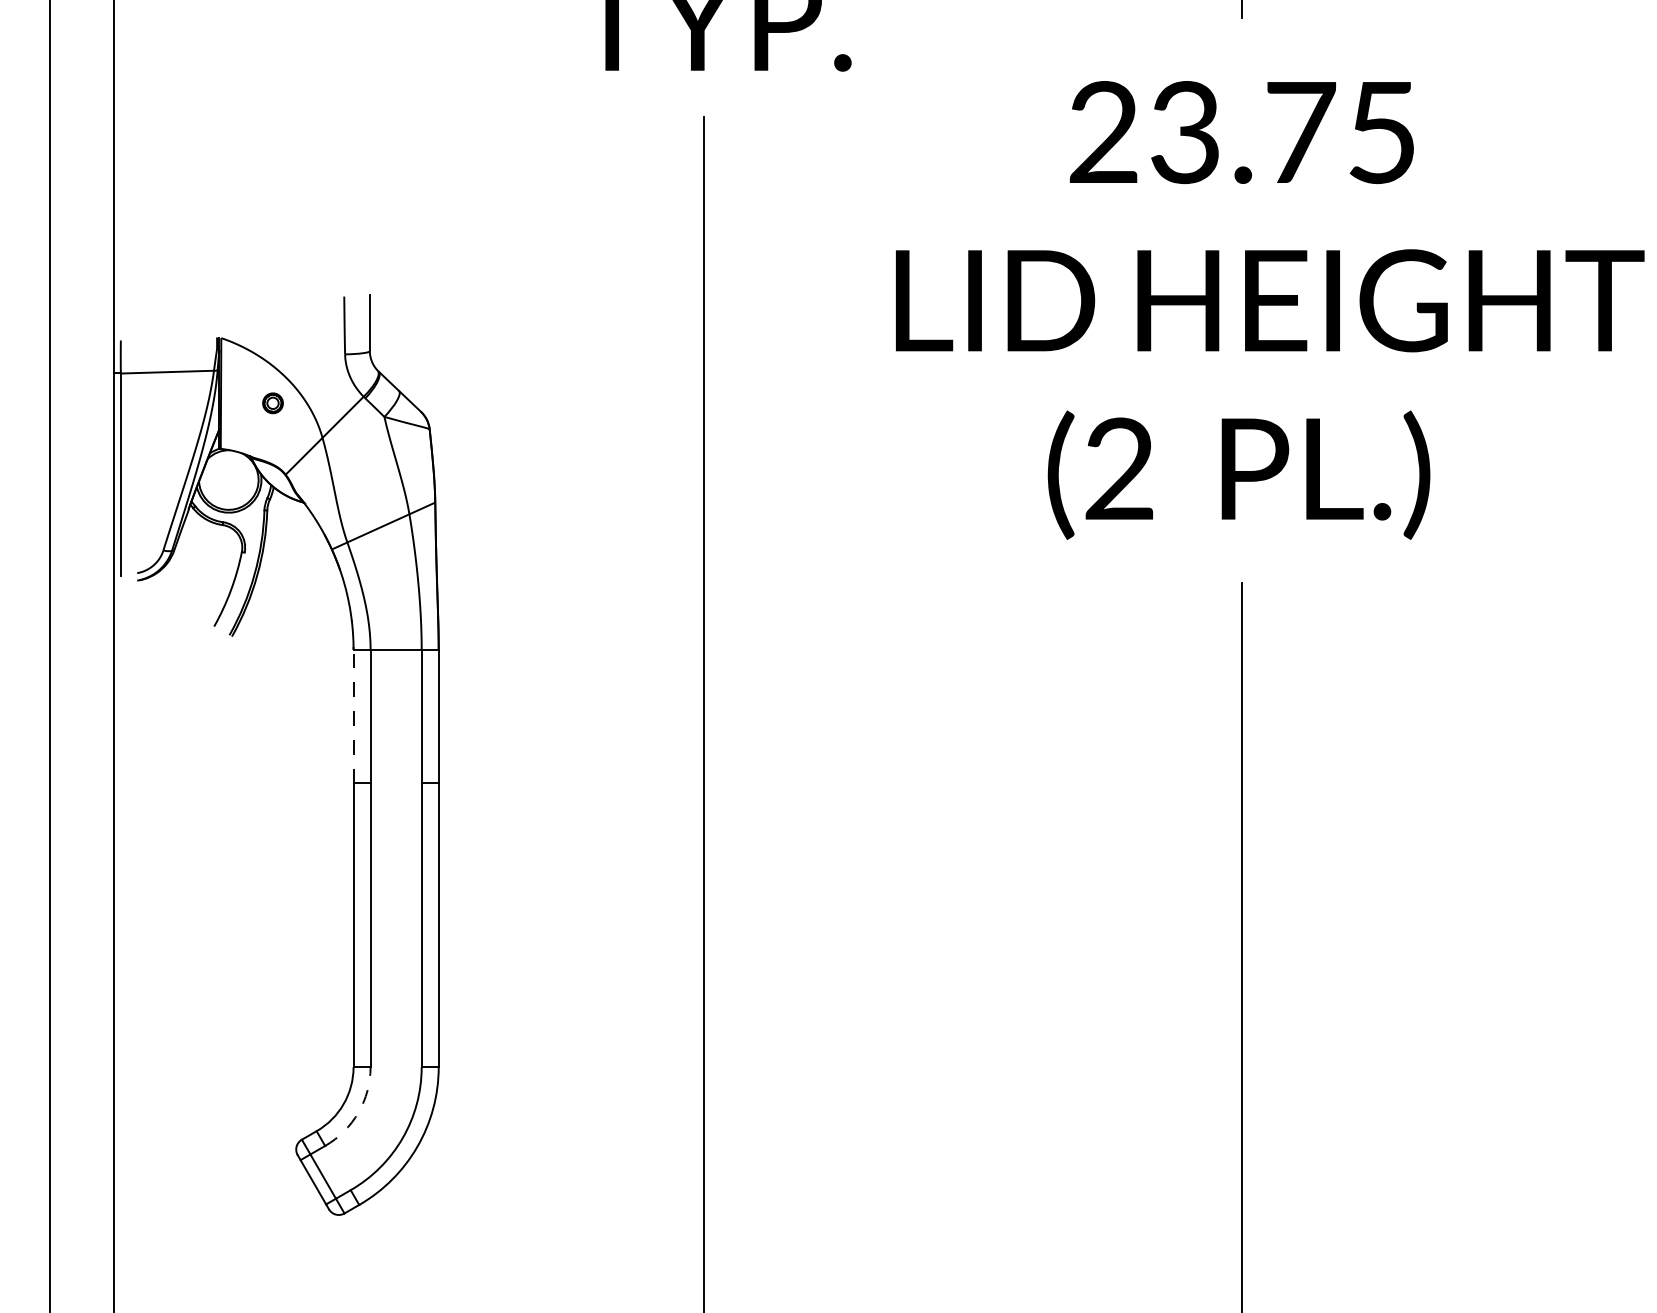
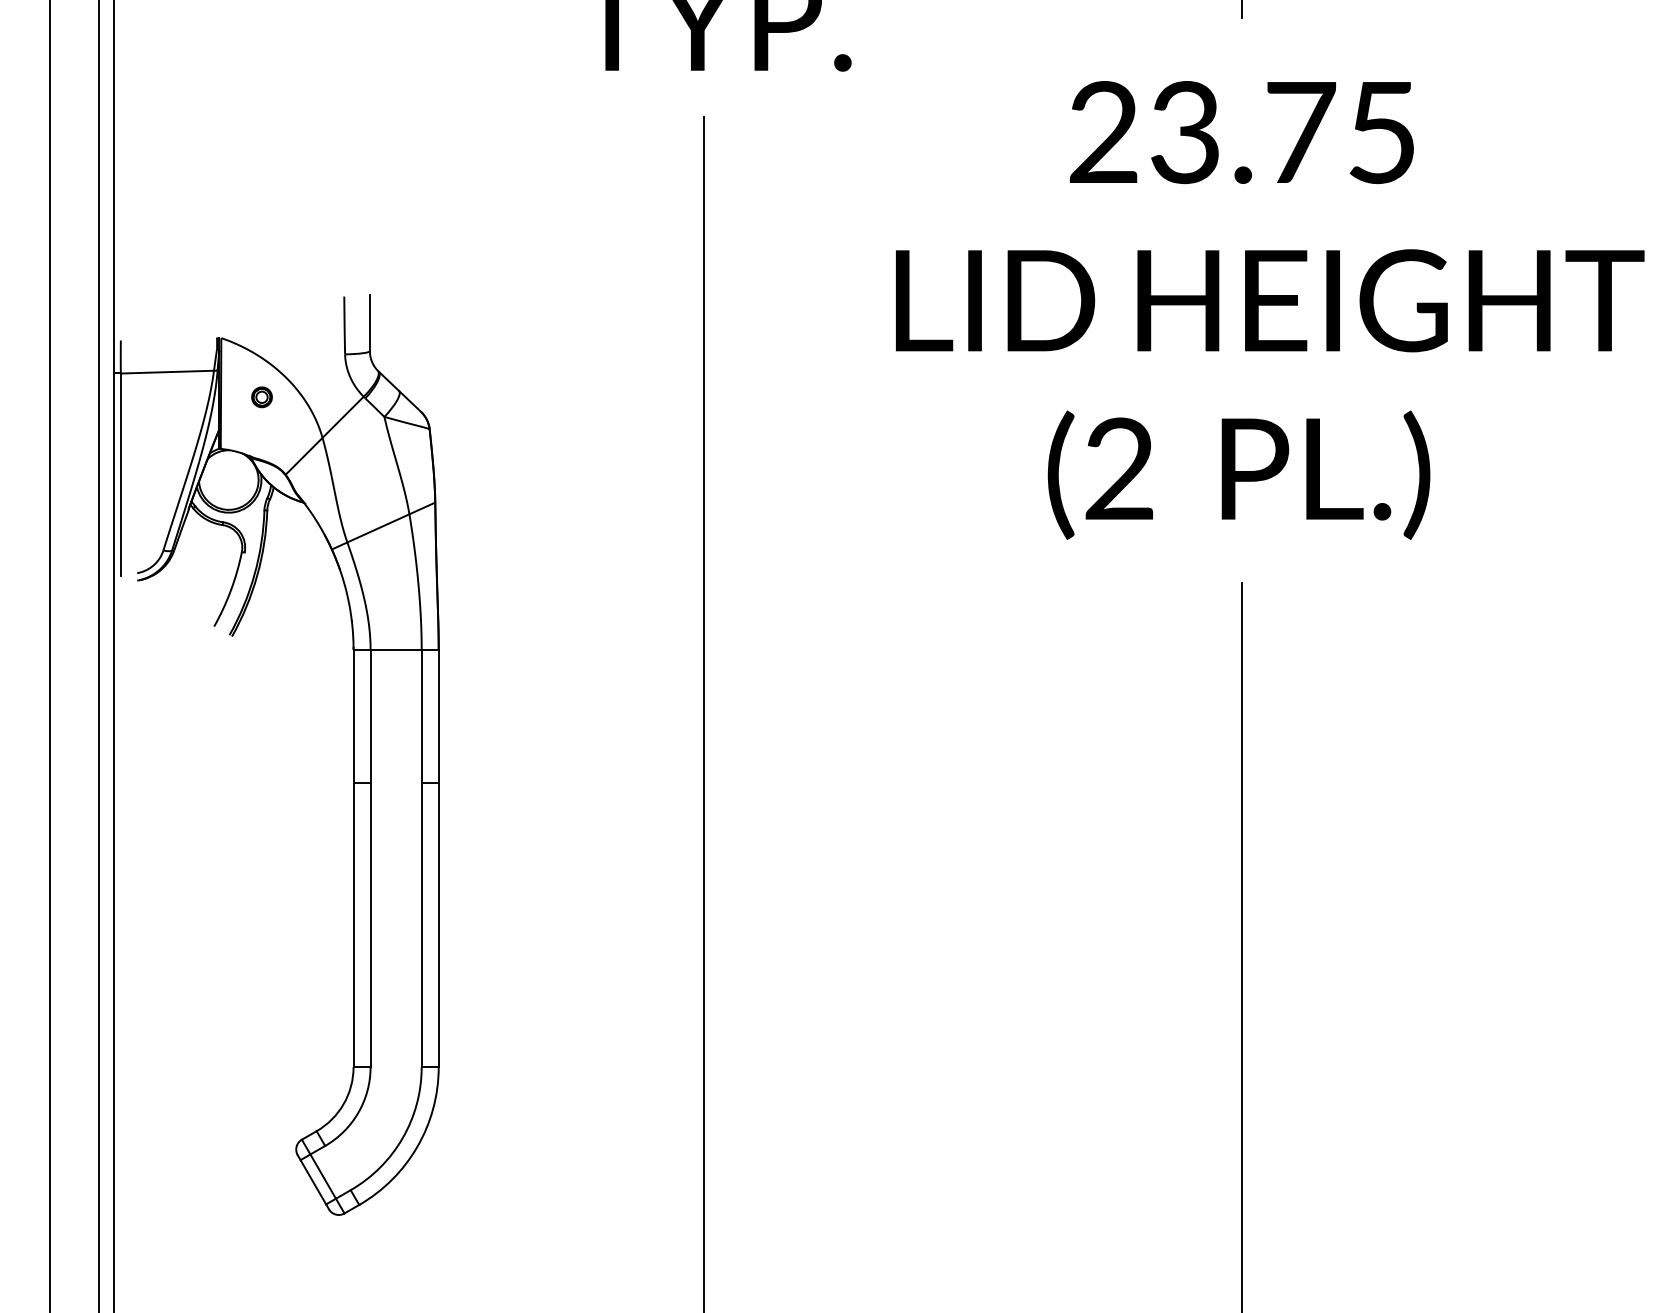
part at (272, 403) position: (272, 403) -> (261, 397)
line at (99, 655): none -> present
line at (353, 716): dashed -> solid
arc at (358, 1112): dashed -> solid
